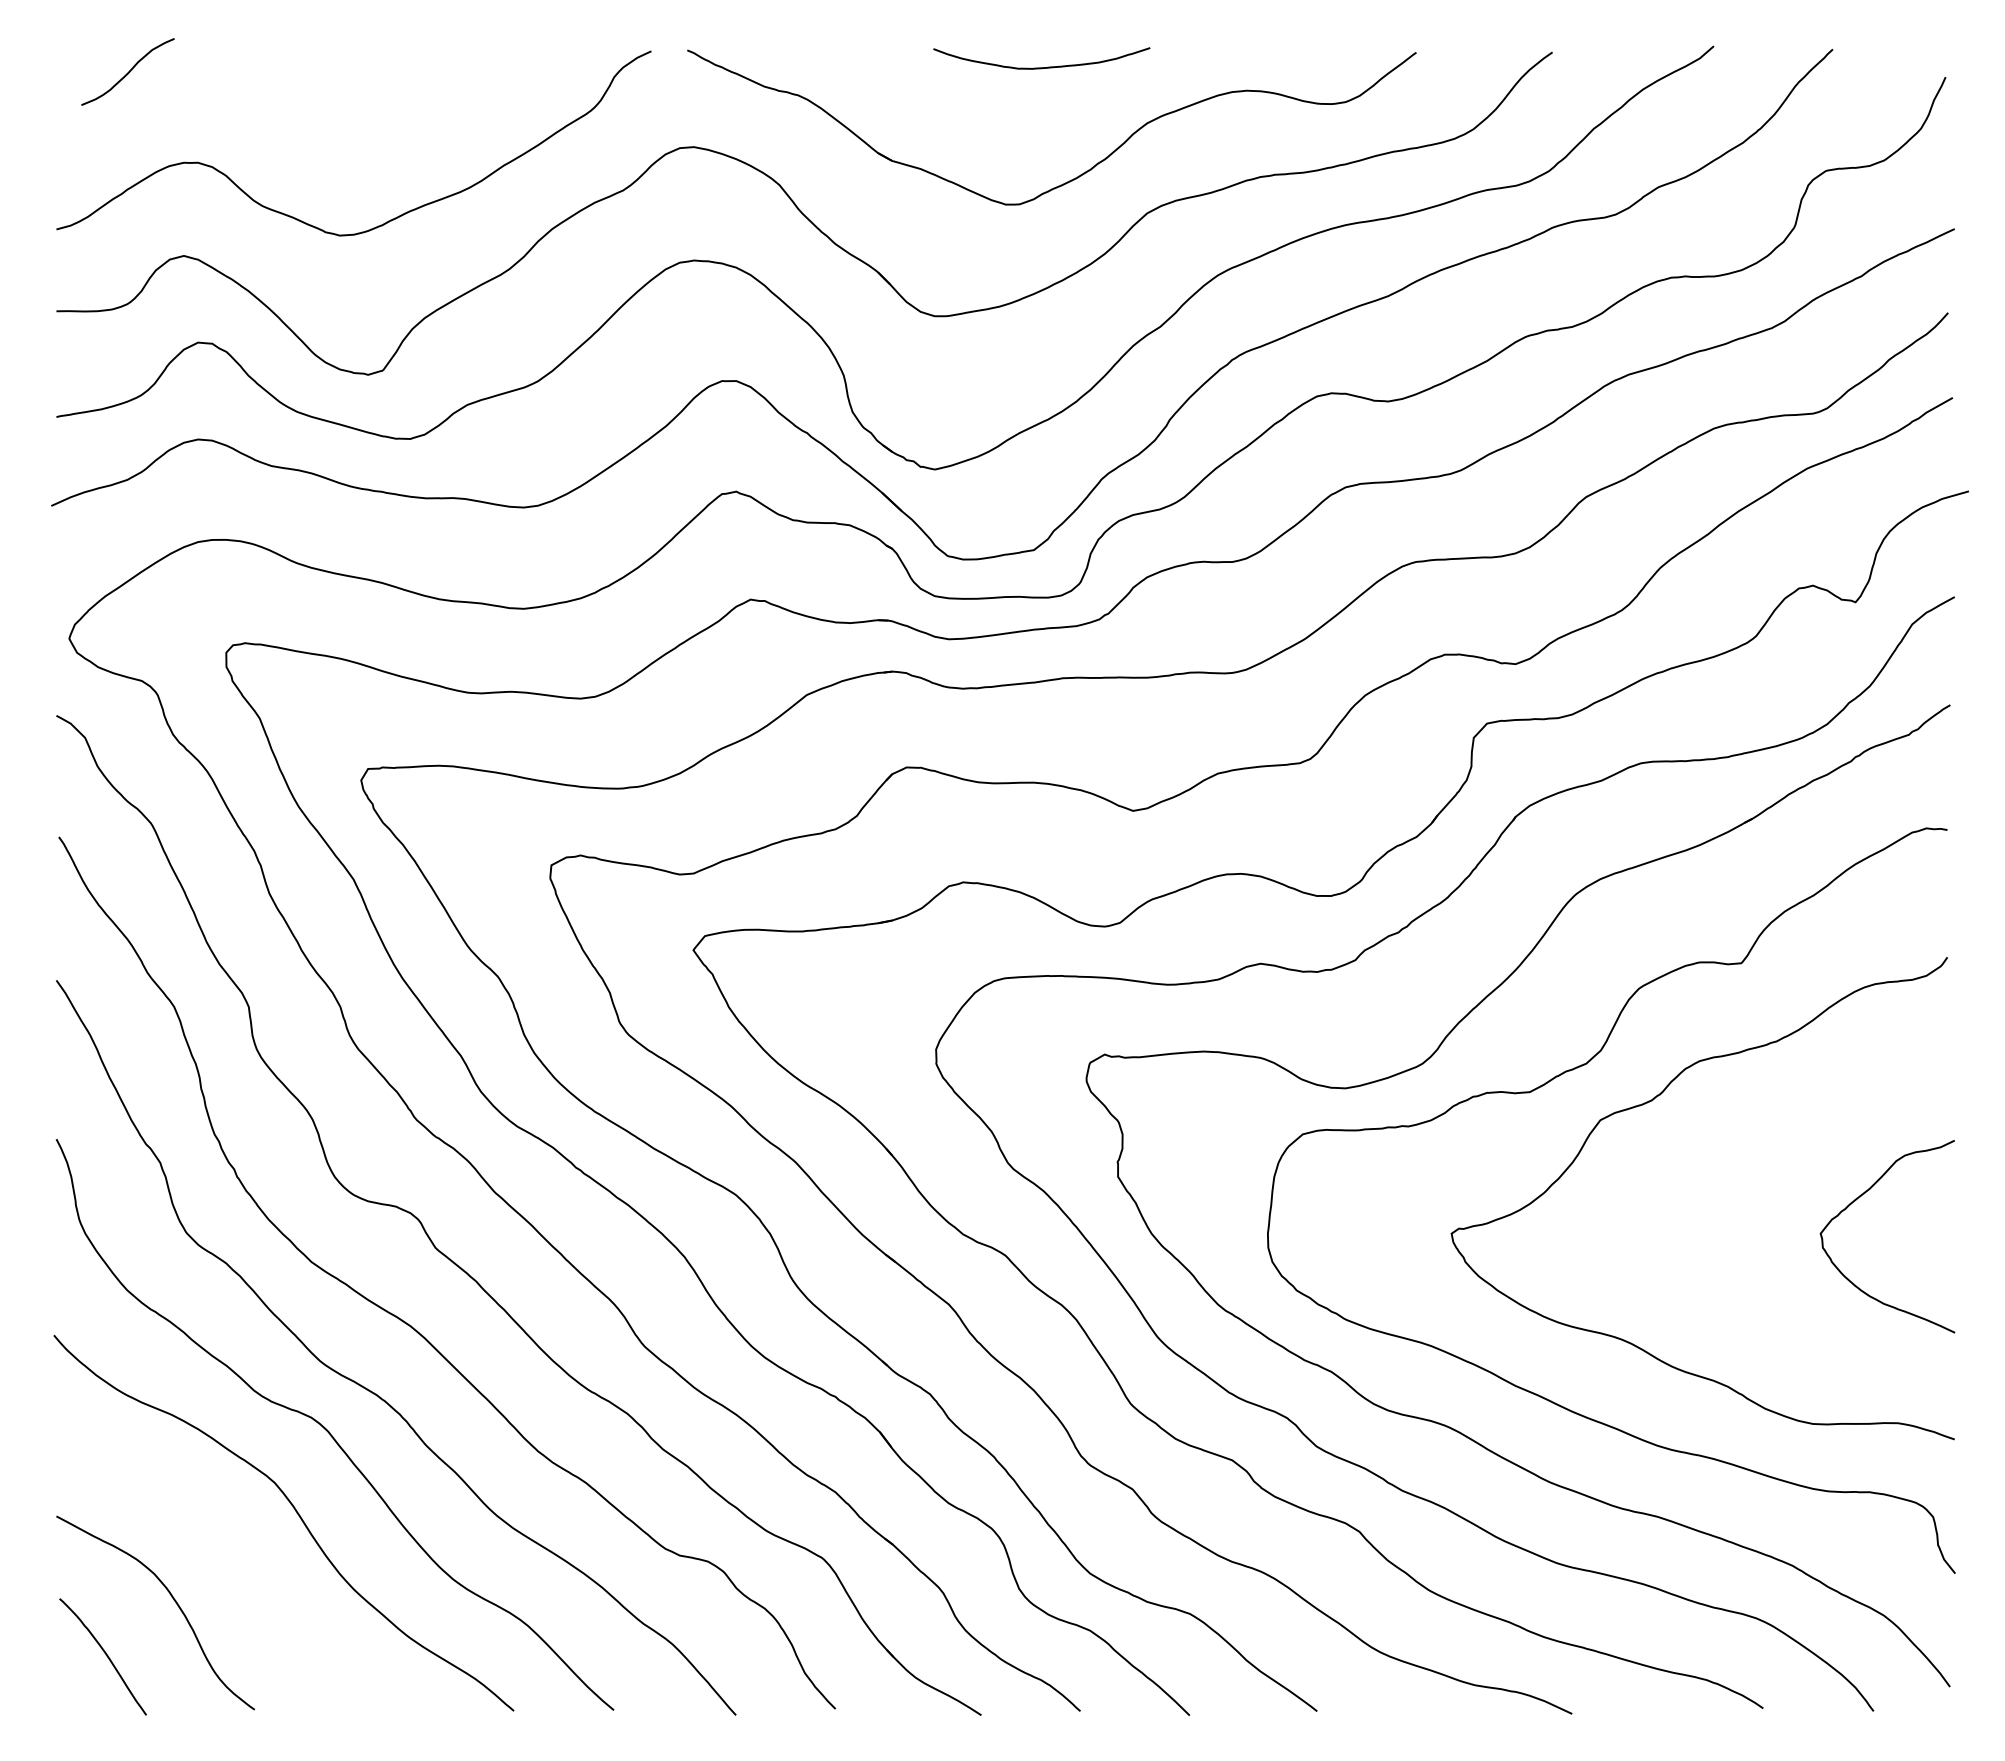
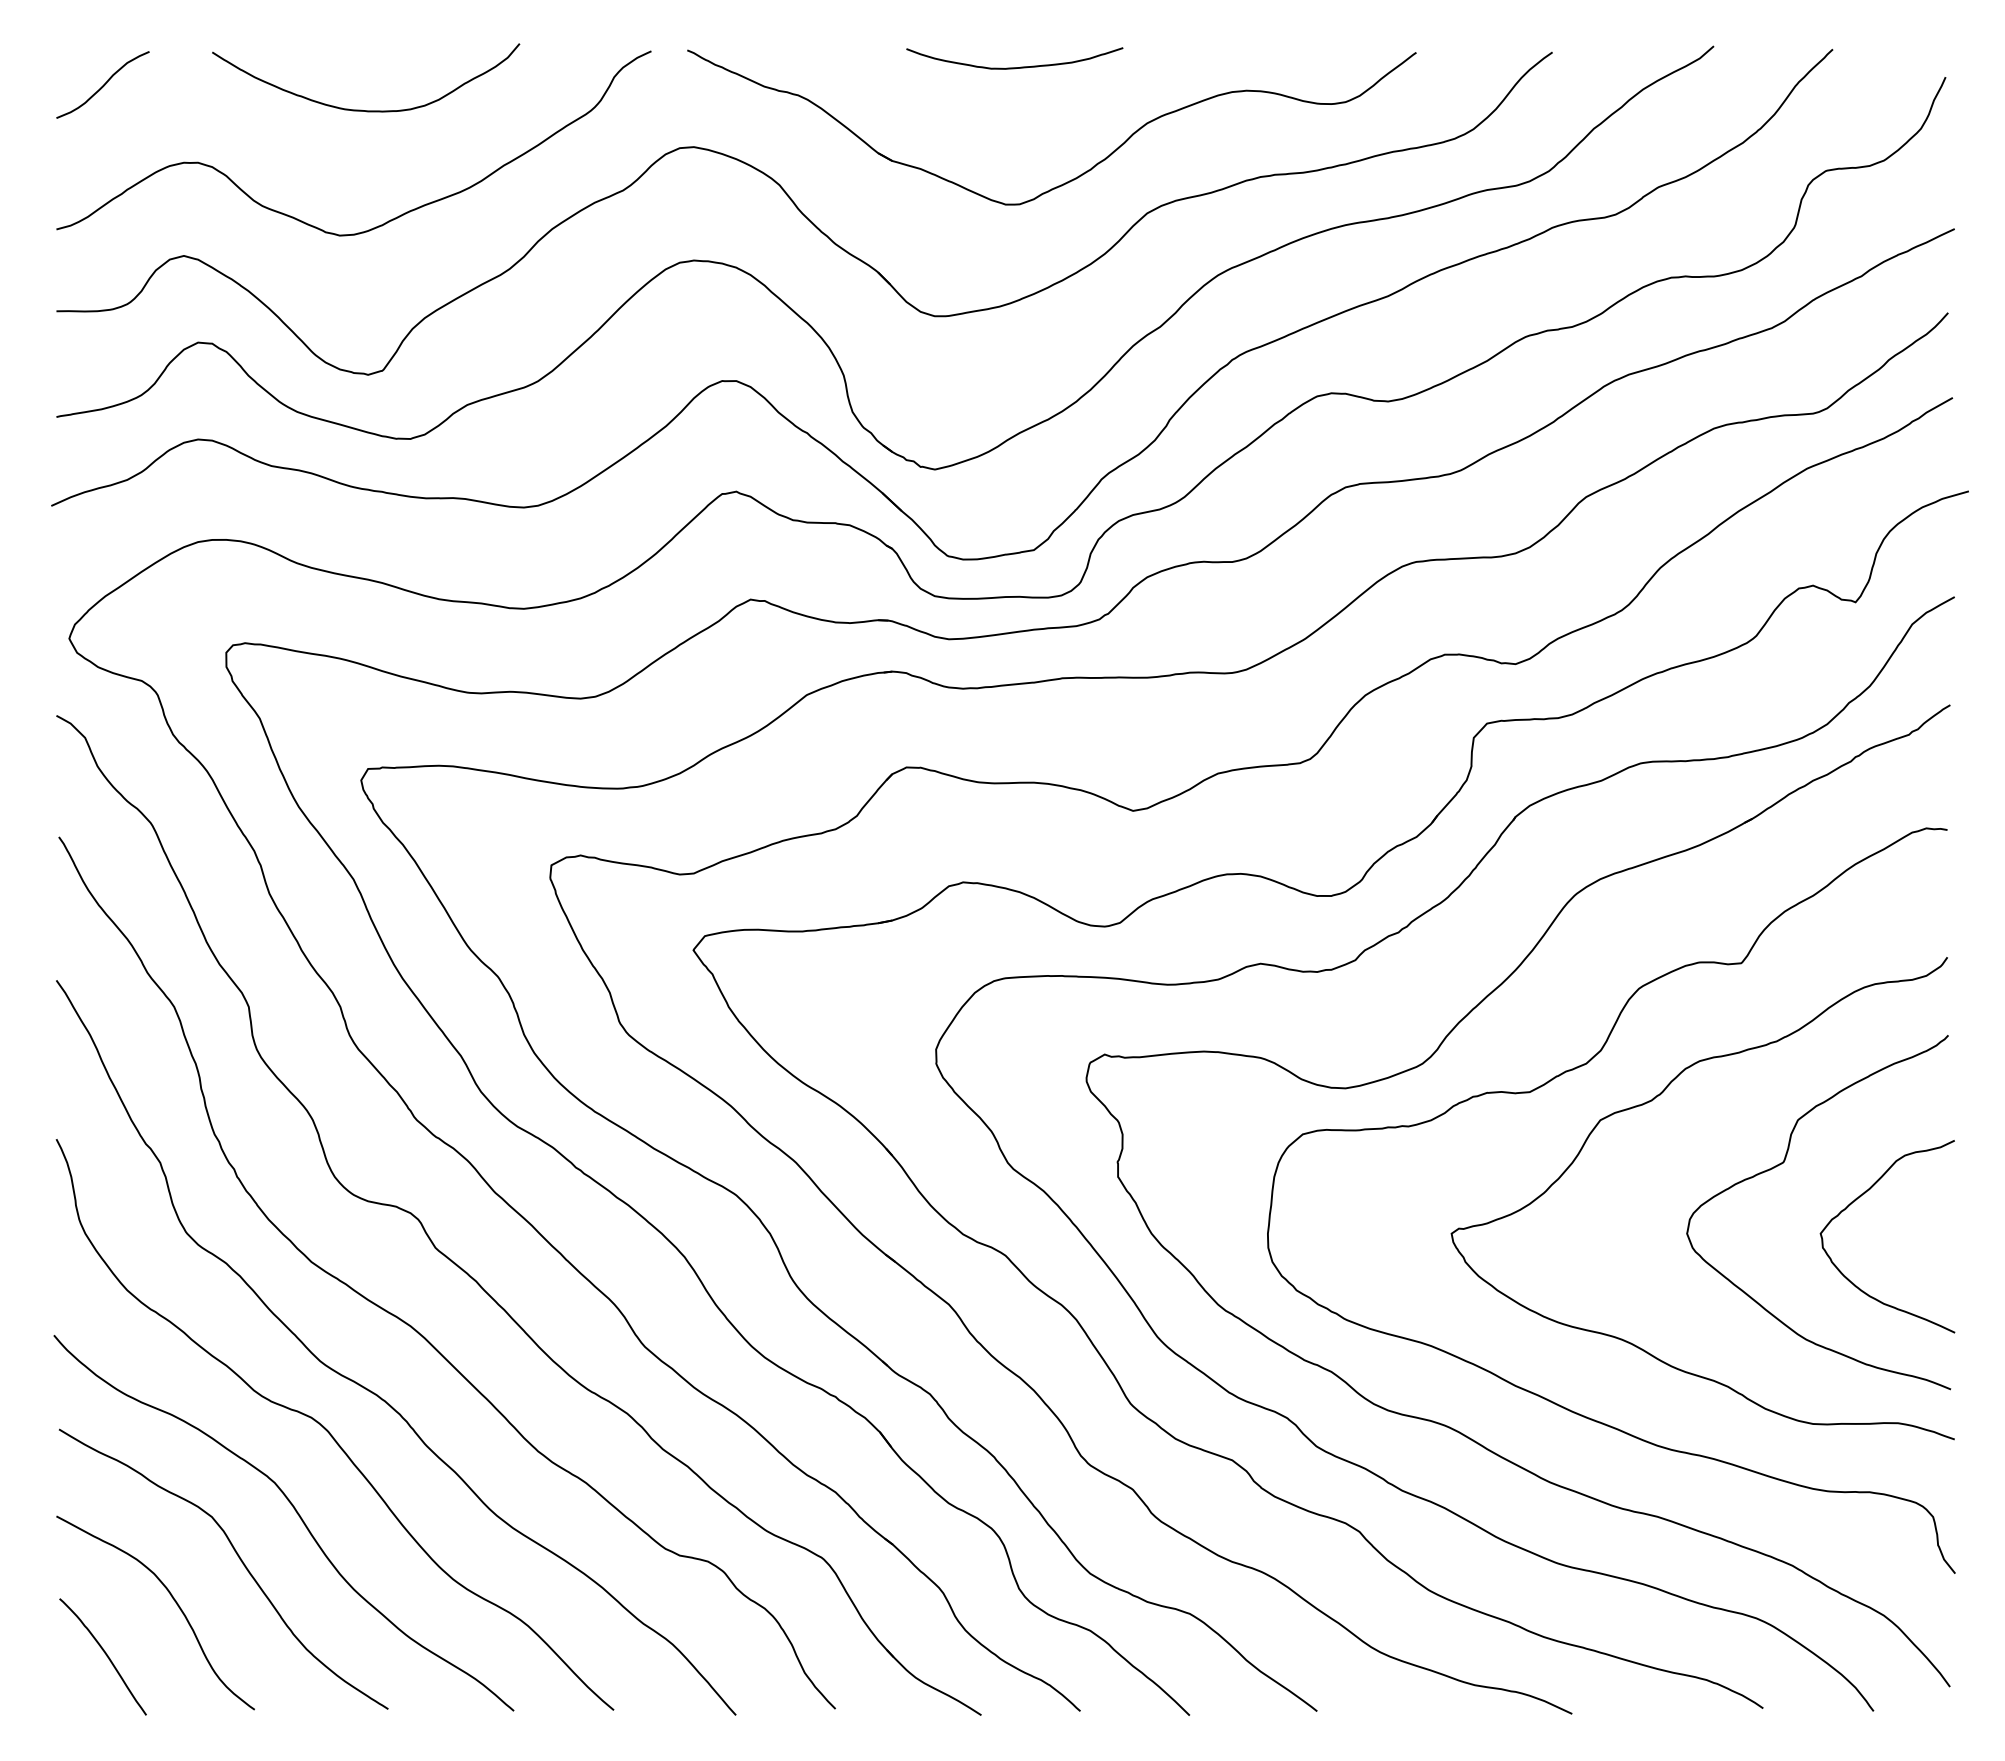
curve at (1041, 67) position: (1041, 67) -> (1014, 67)
curve at (128, 71) position: (128, 71) -> (103, 84)
curve at (361, 109): none -> present
curve at (1783, 1163): none -> present
curve at (239, 1559): none -> present
